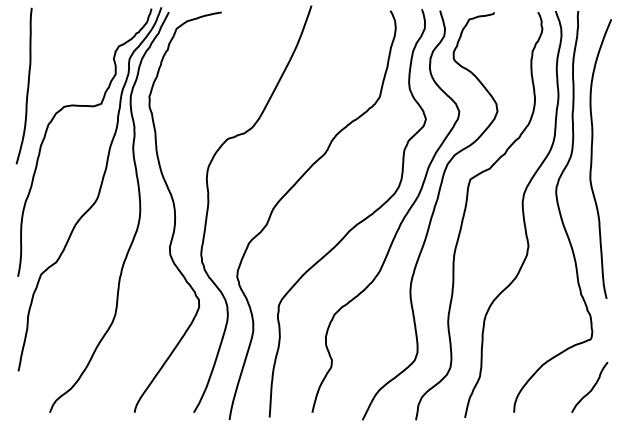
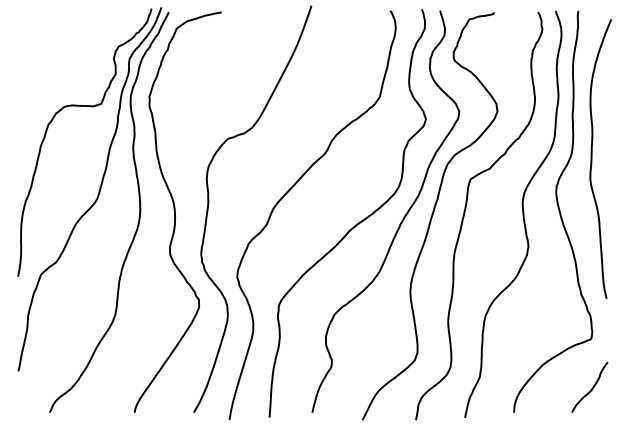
curve at (27, 85): present -> none
